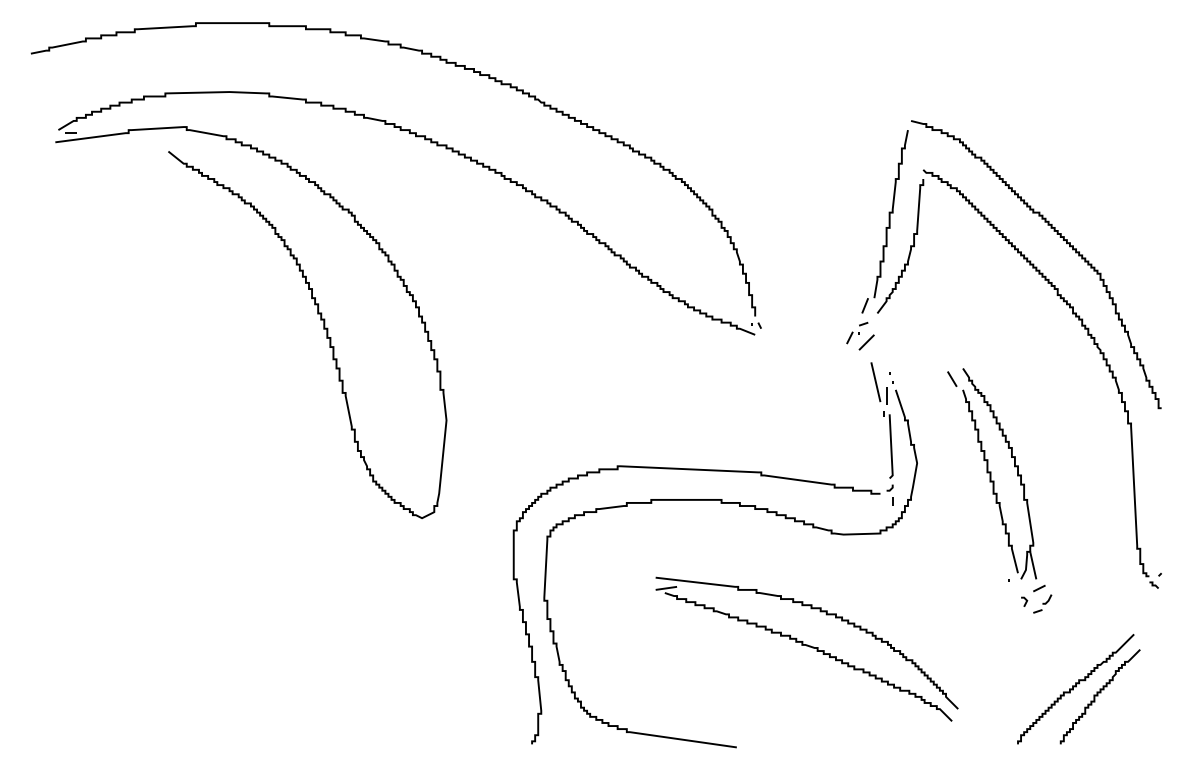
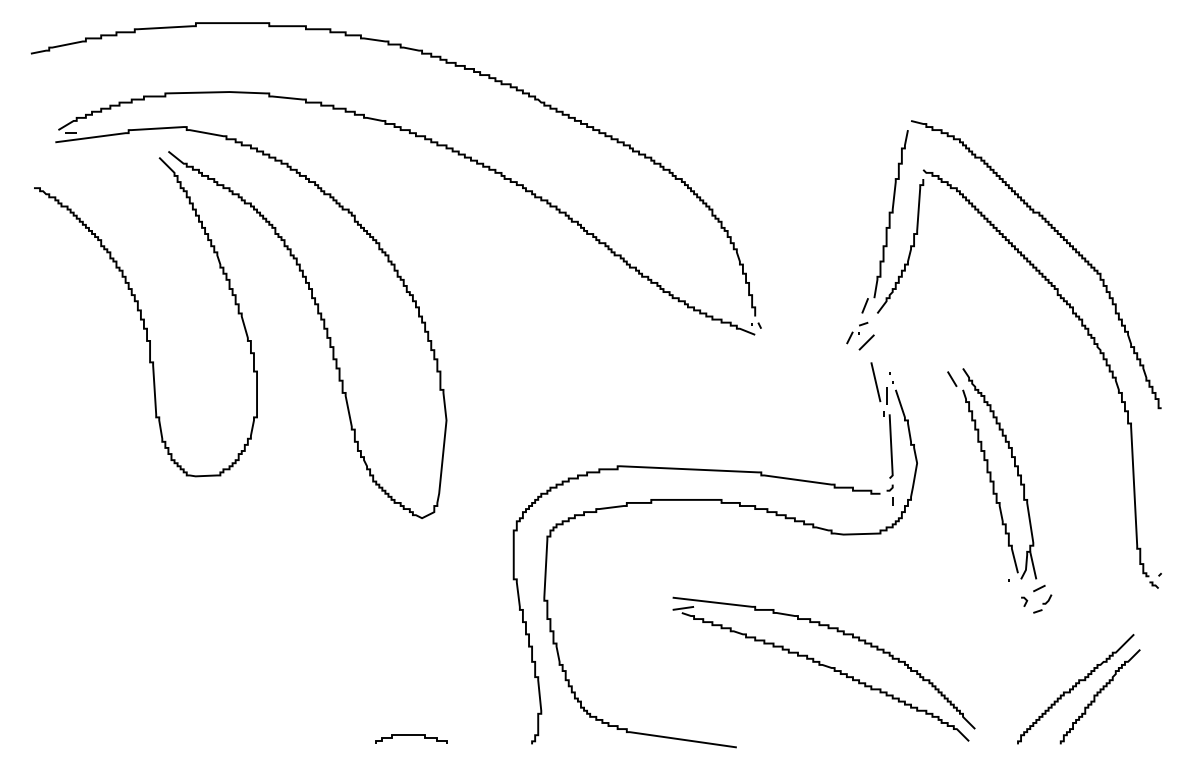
curve at (144, 318): none -> present
part at (806, 648) position: (806, 648) -> (823, 668)
curve at (411, 735): none -> present
